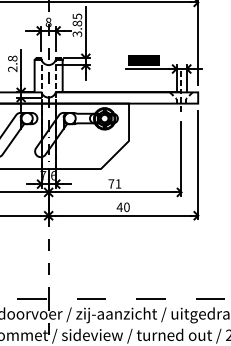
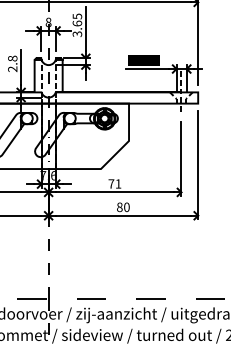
text at (77, 23): 3.85 -> 3.65
text at (119, 207): 40 -> 80
